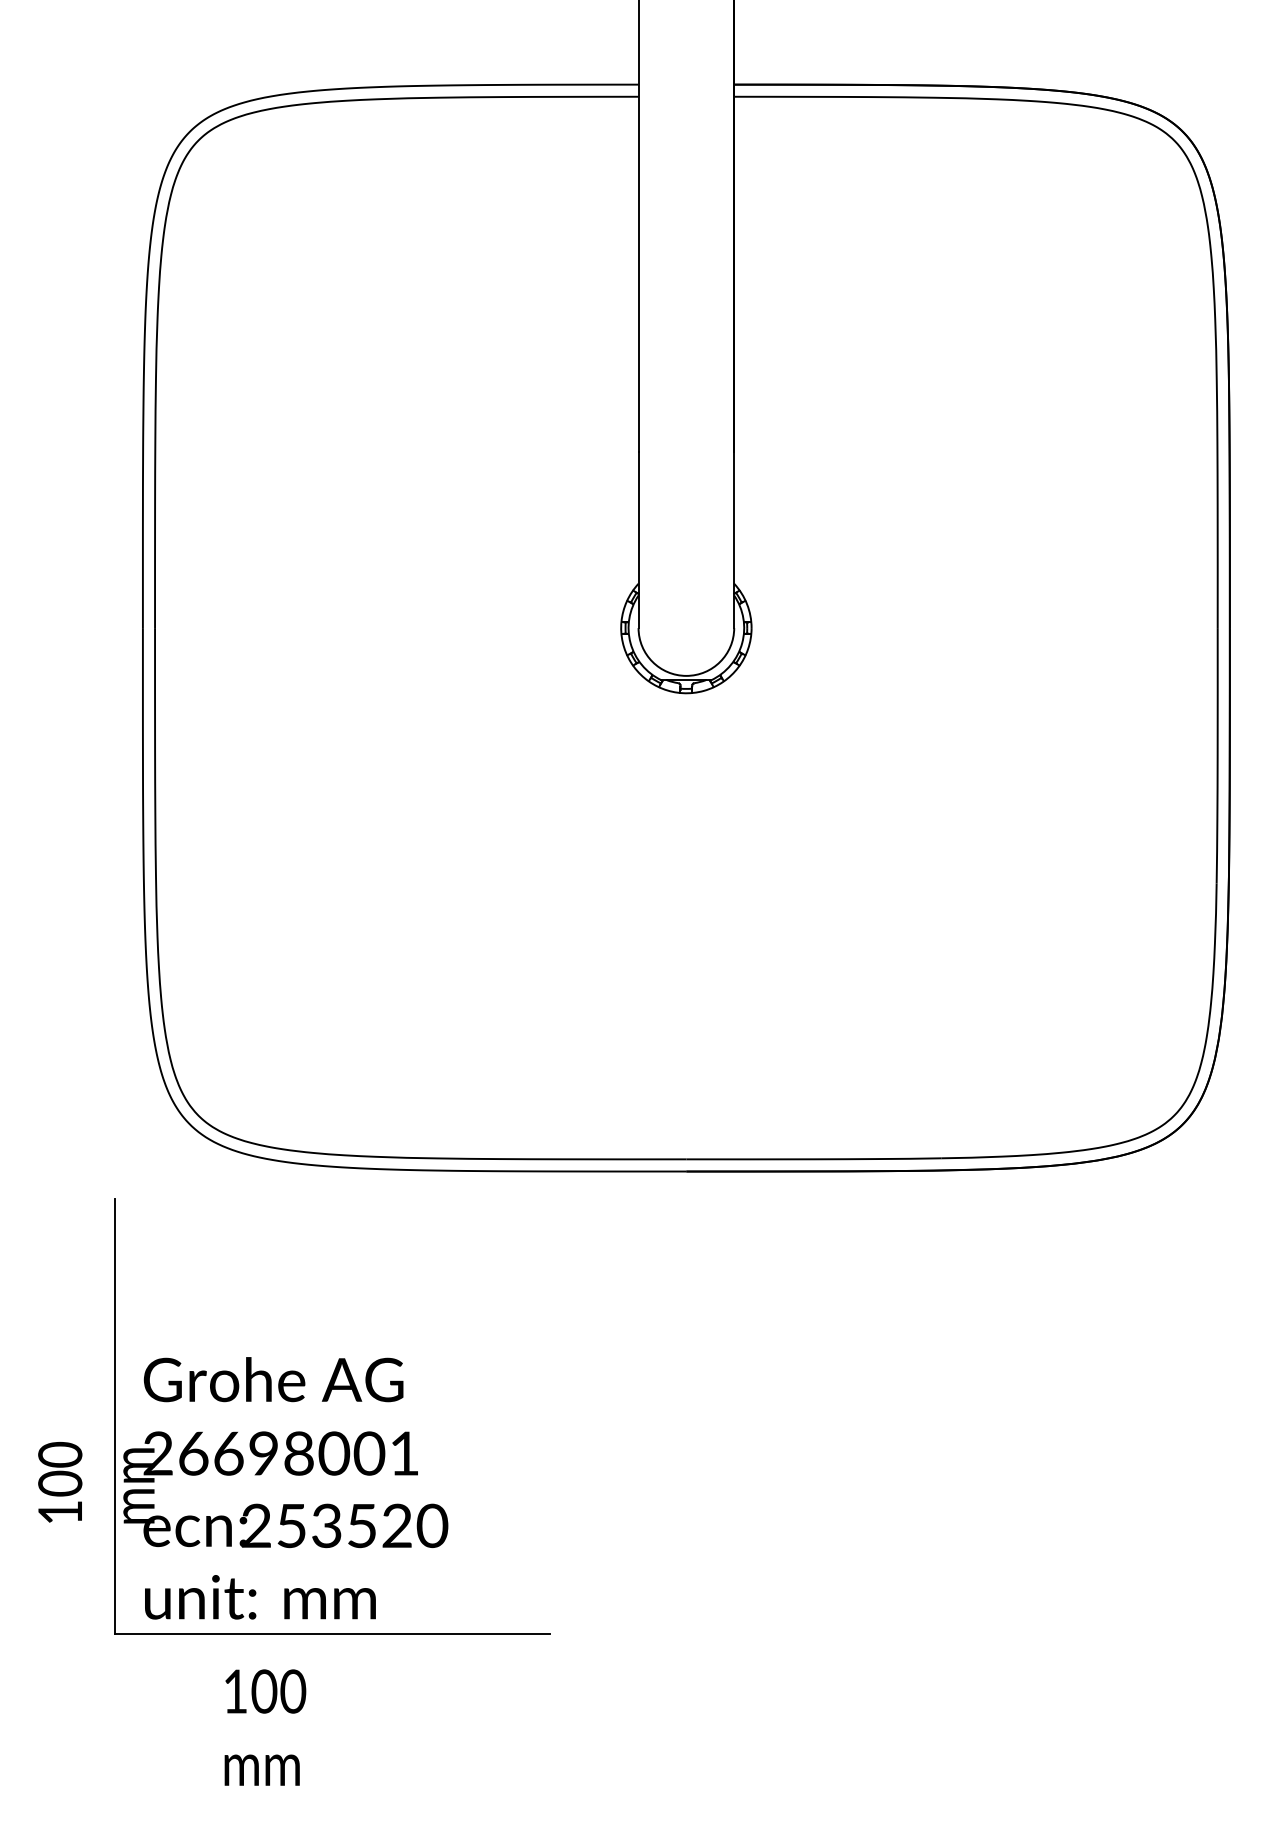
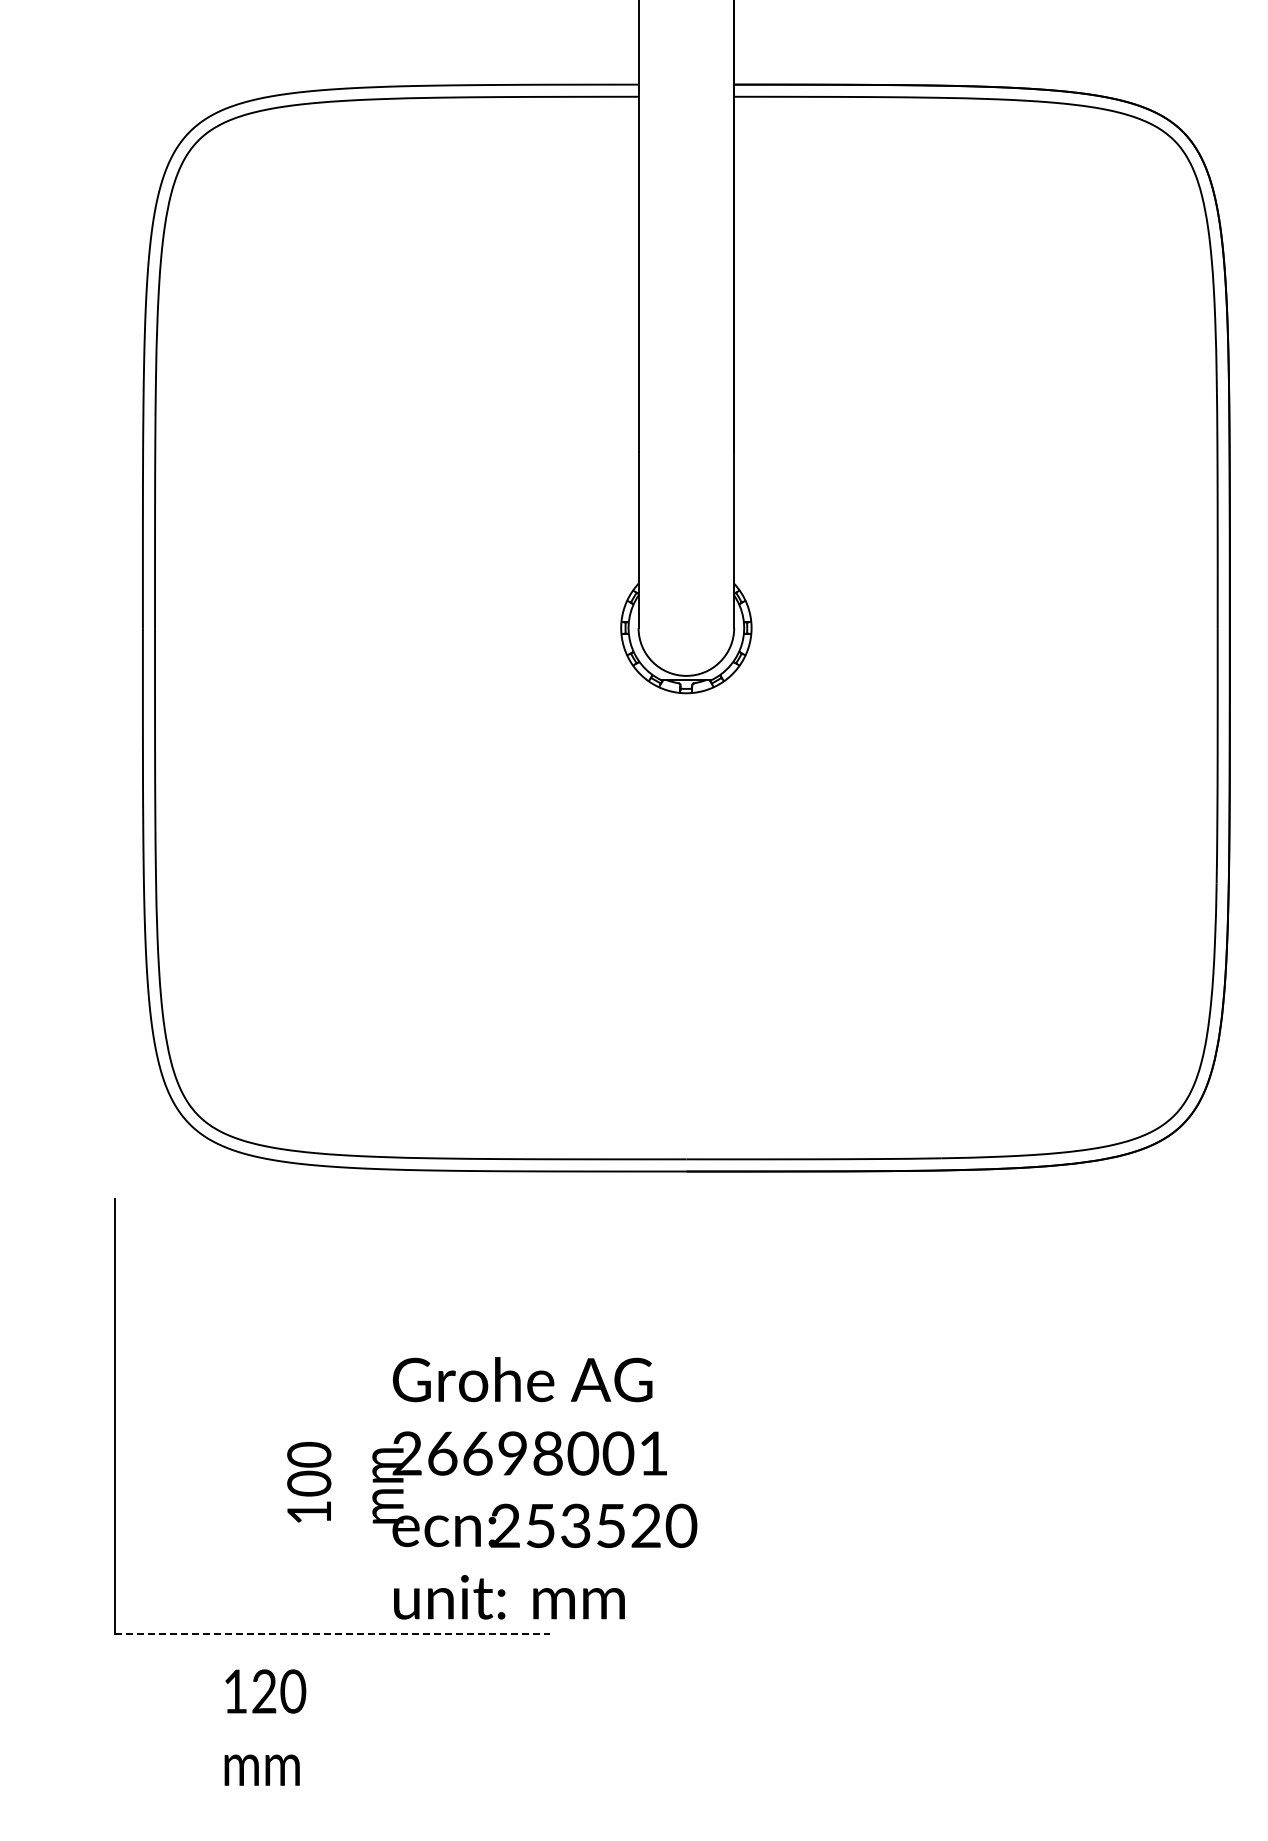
text at (243, 1488) position: (243, 1488) -> (492, 1488)
line at (333, 1634): solid -> dashed
text at (264, 1691): 100 -> 120
